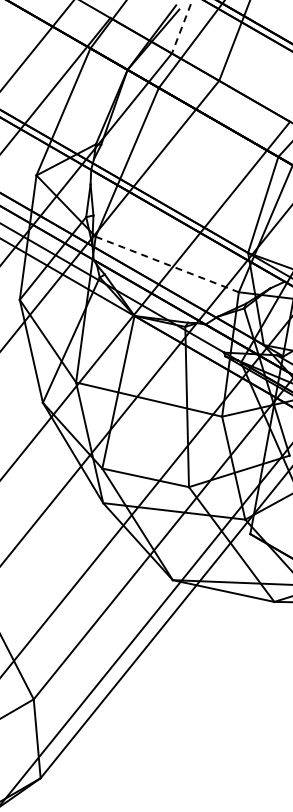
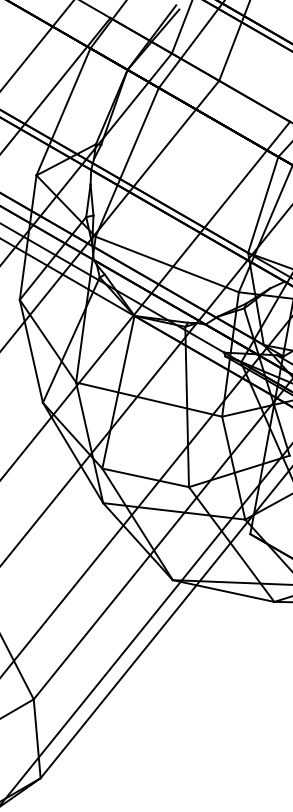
line at (181, 27): dashed -> solid
line at (167, 264): dashed -> solid
